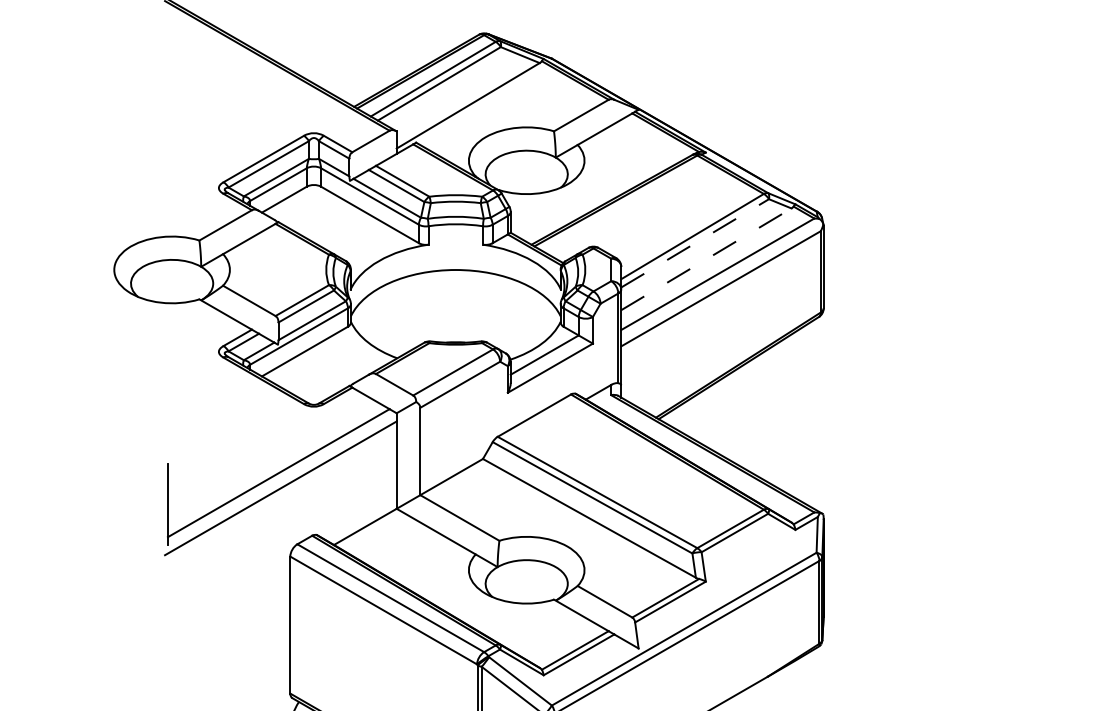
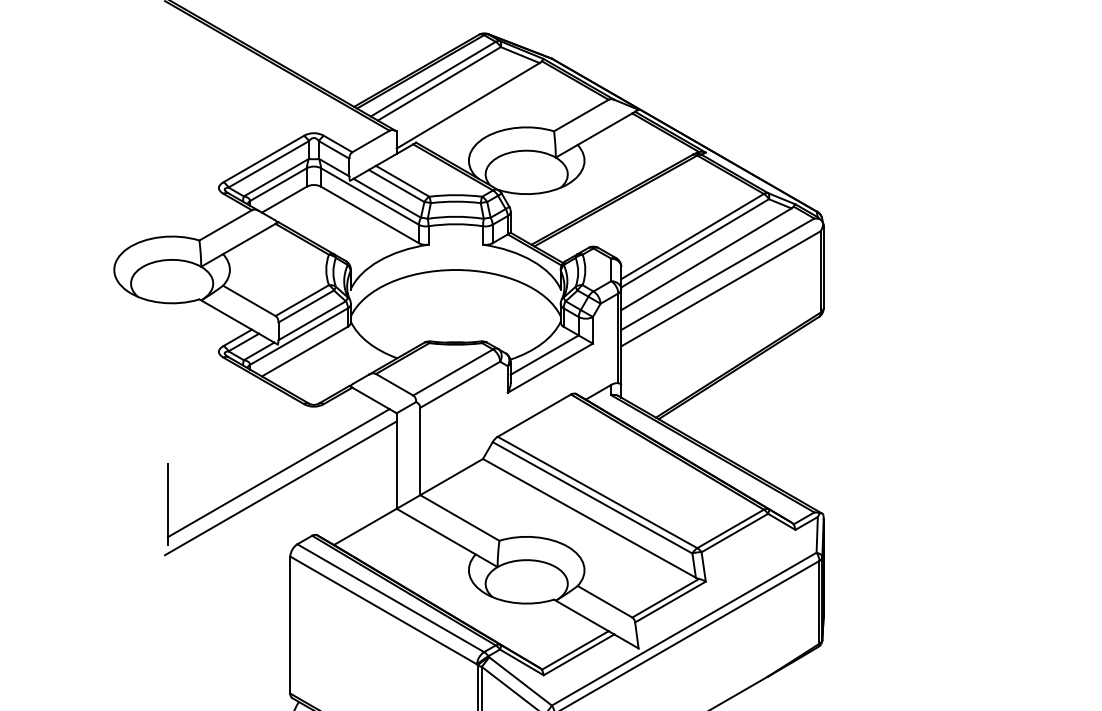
line at (695, 243): dashed -> solid
line at (706, 259): dashed -> solid
